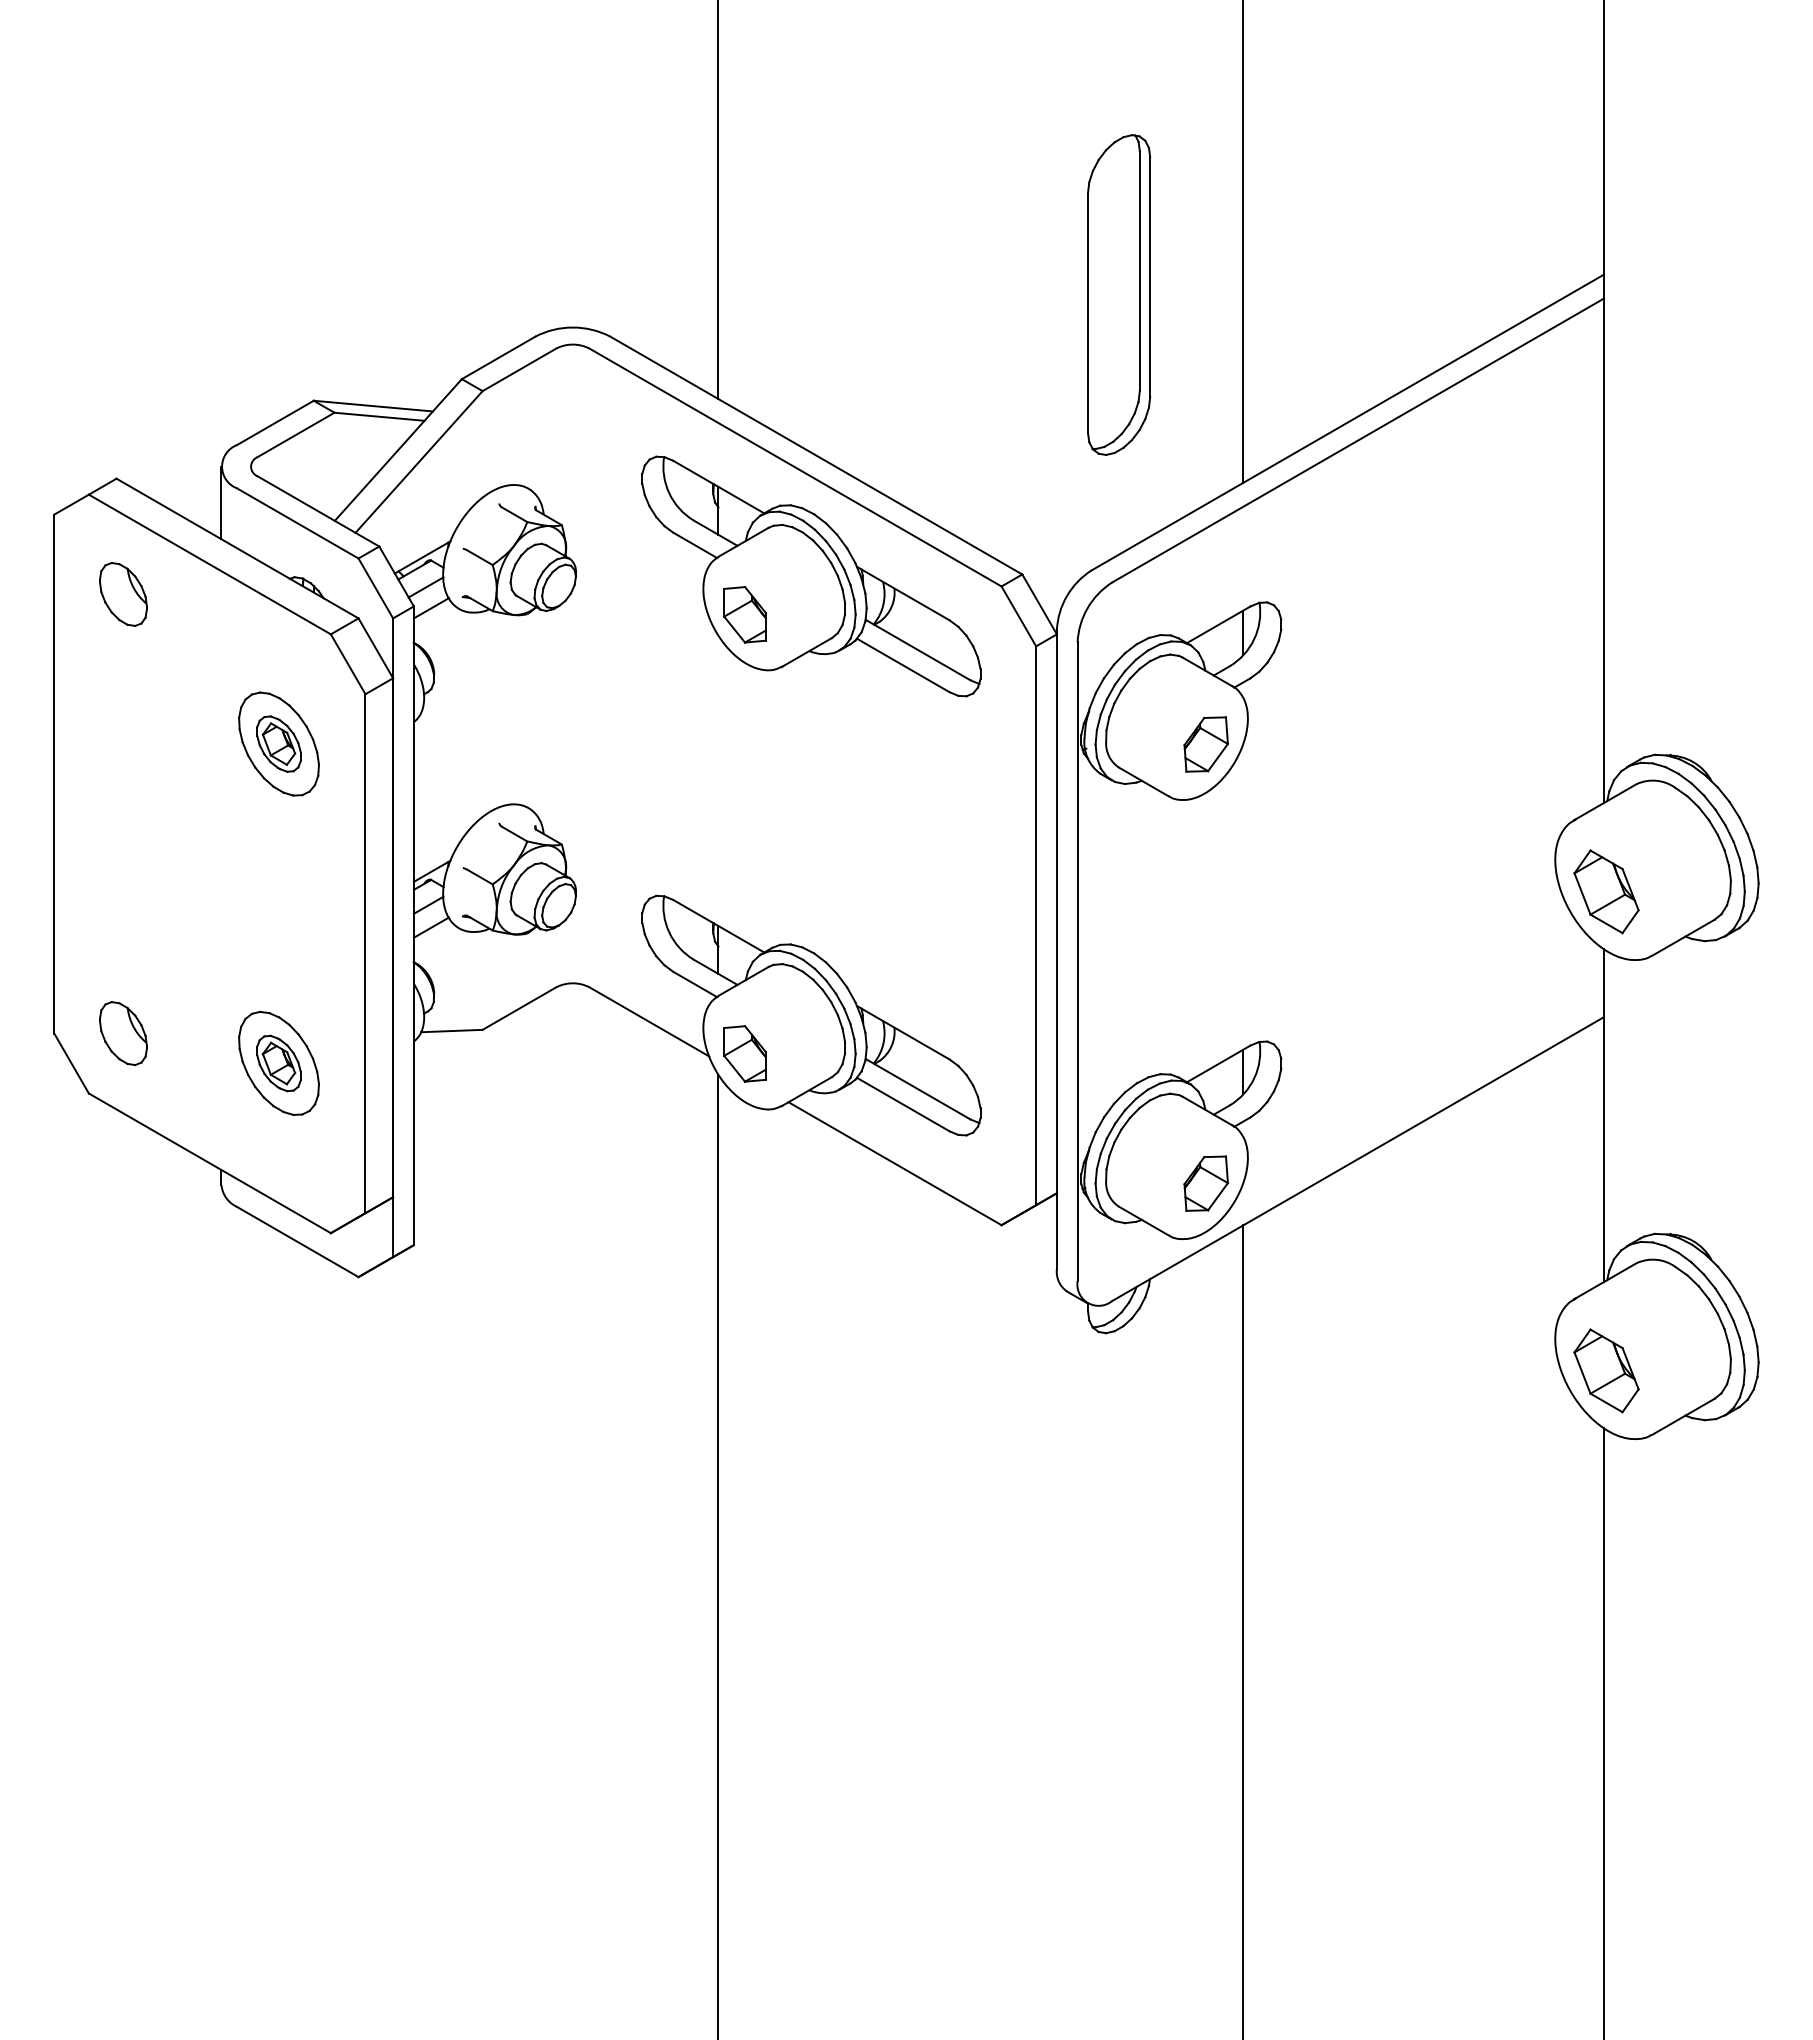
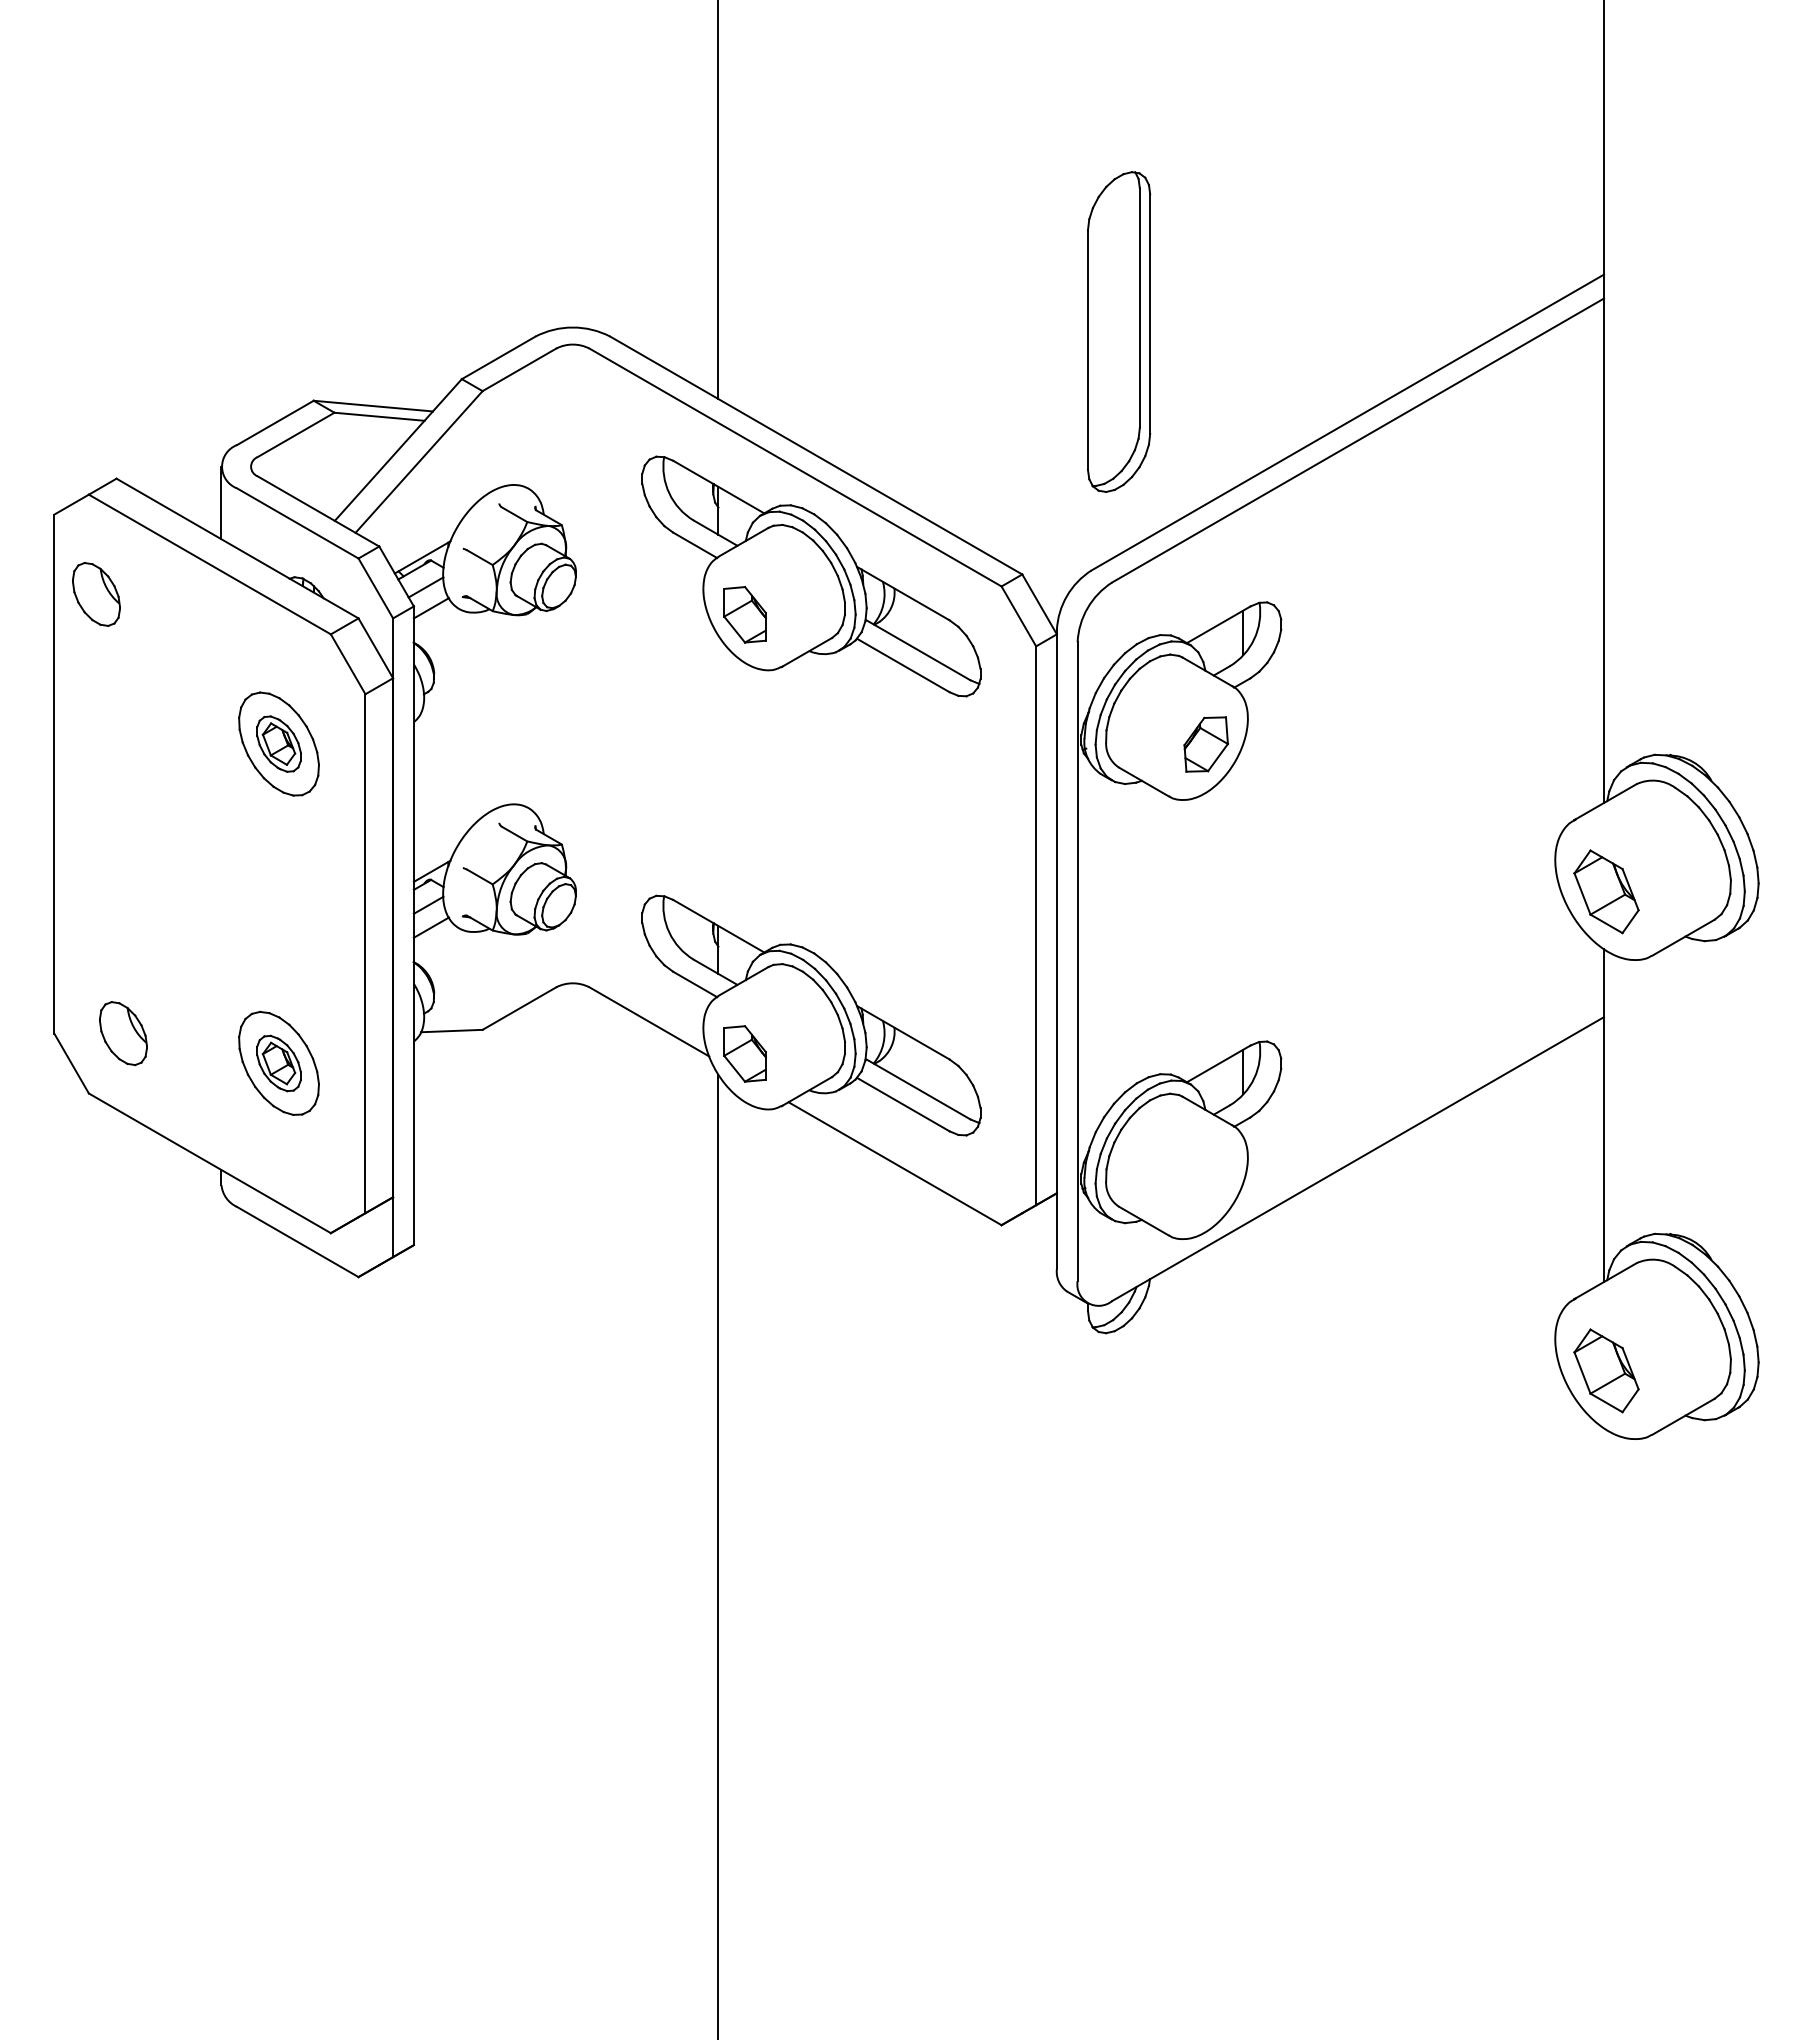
line at (1243, 242): present -> none
part at (1119, 294) position: (1119, 294) -> (1119, 331)
part at (123, 594) position: (123, 594) -> (96, 594)
part at (1205, 1183): present -> none
line at (1243, 1630): present -> none
line at (1604, 1732): present -> none
